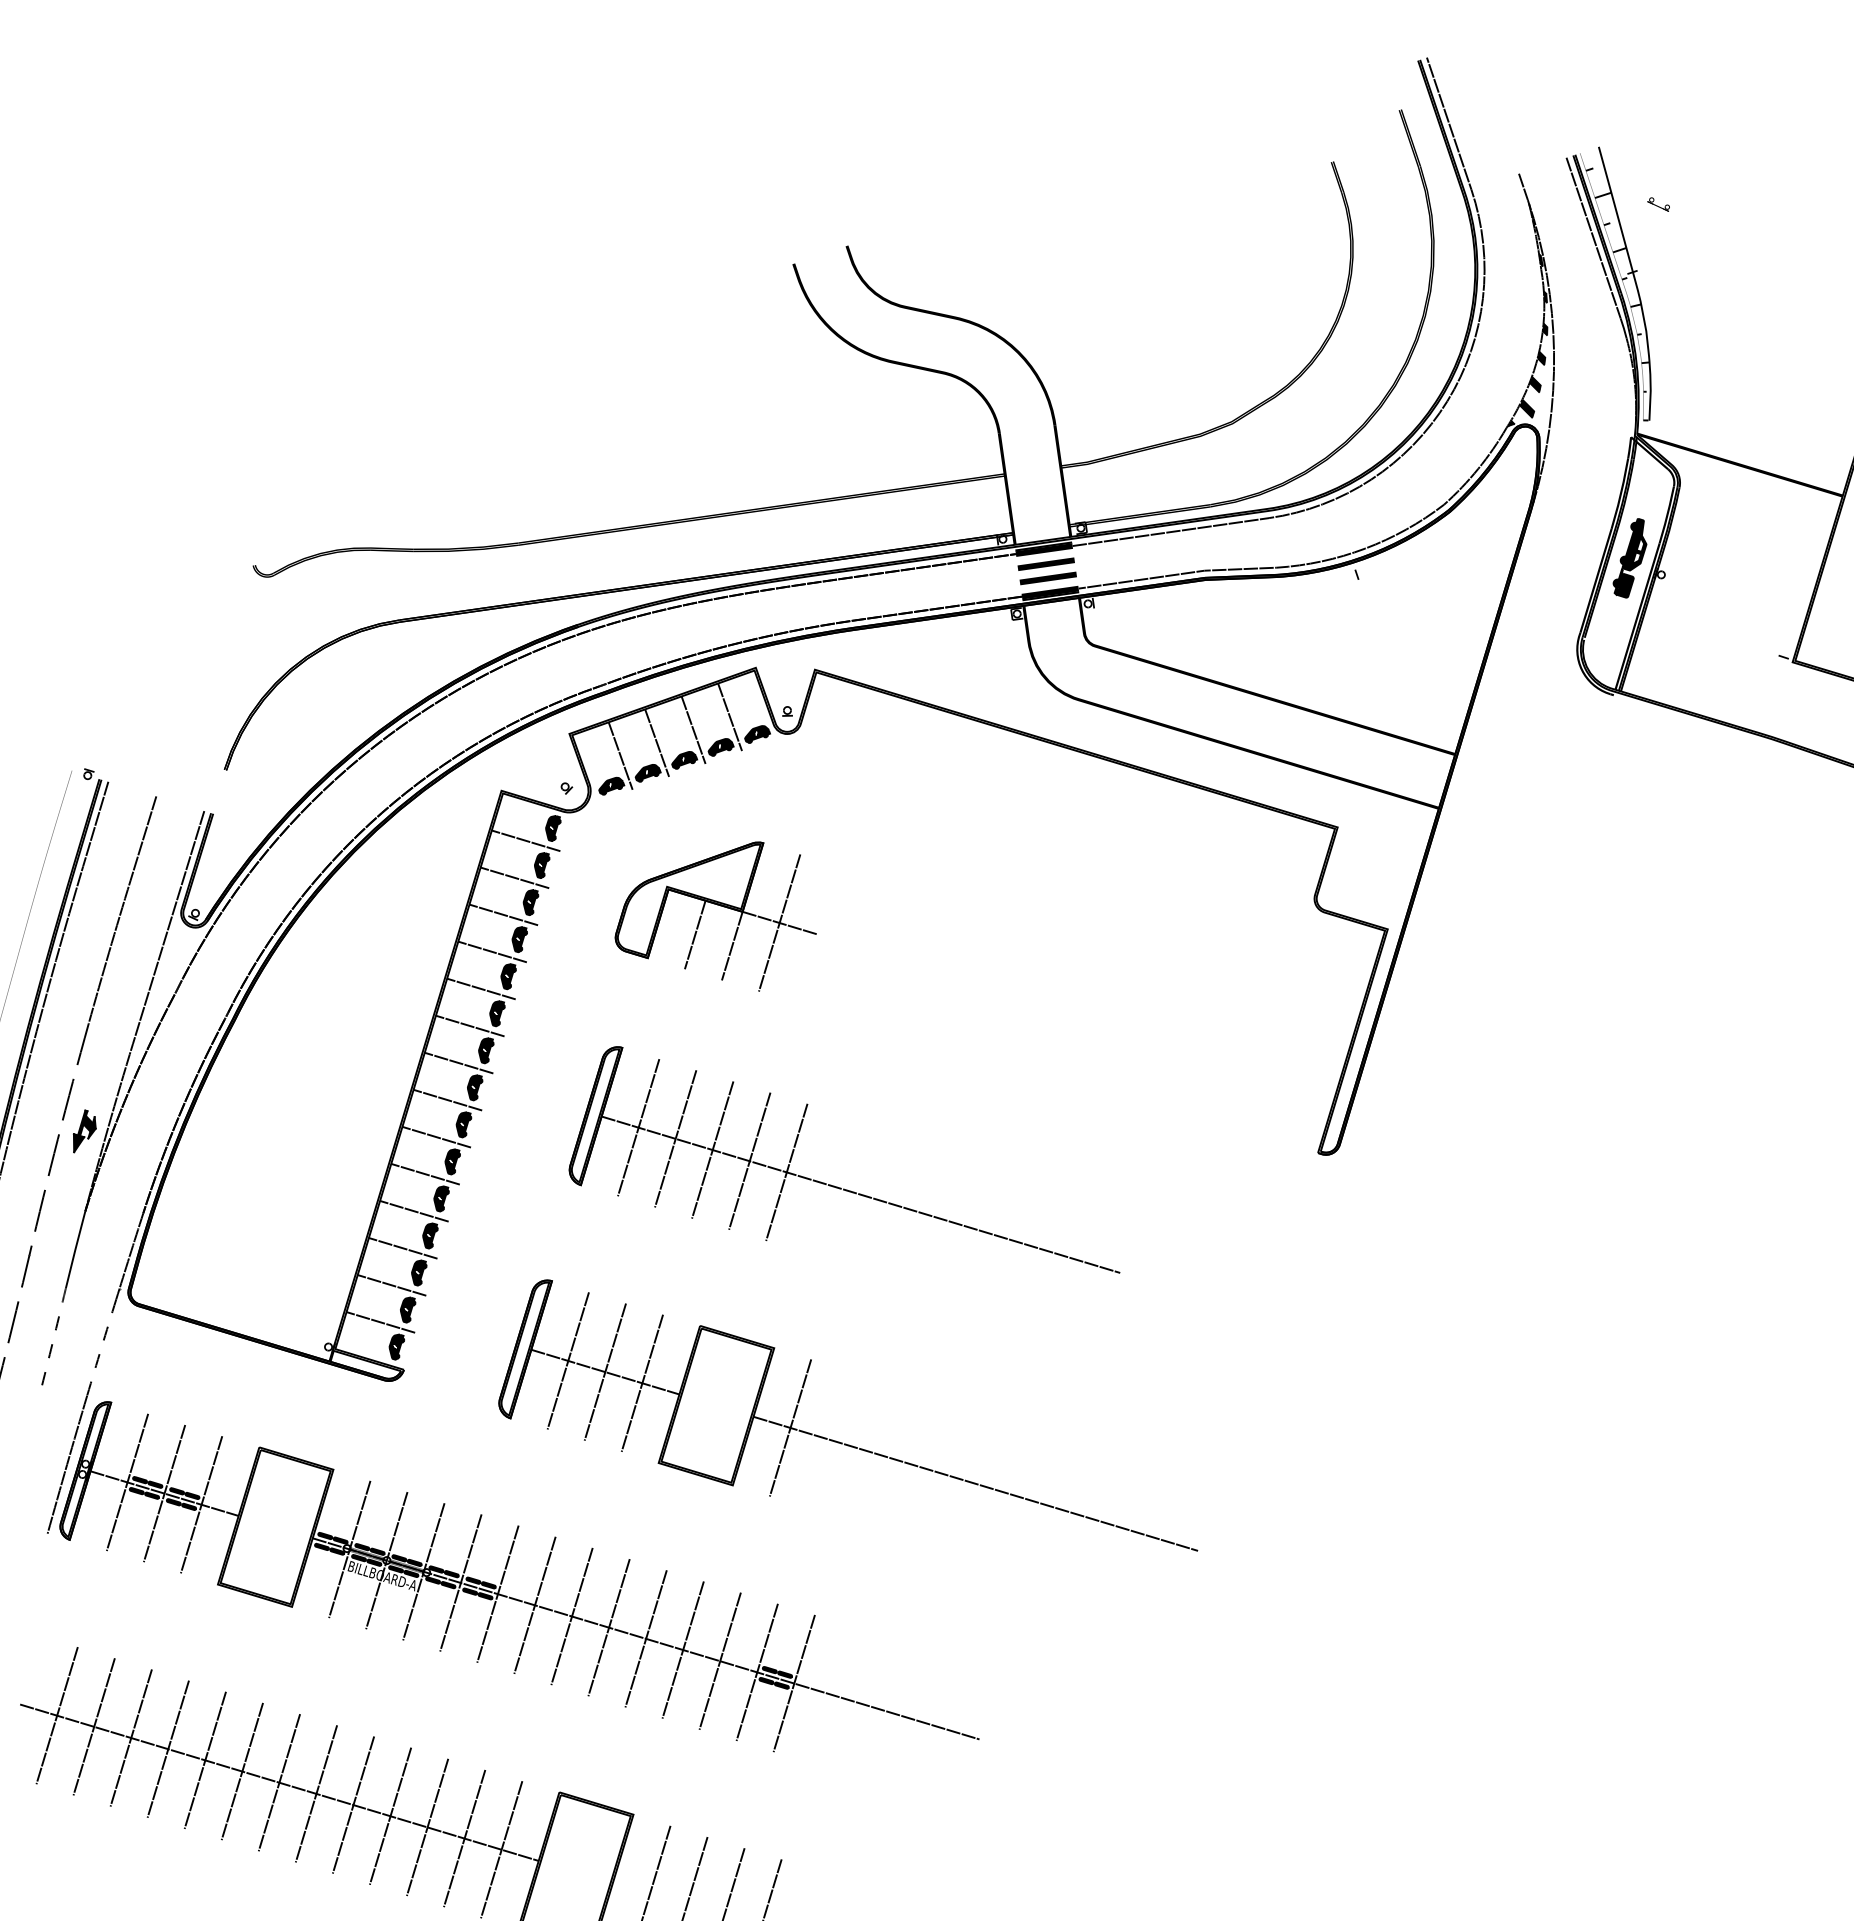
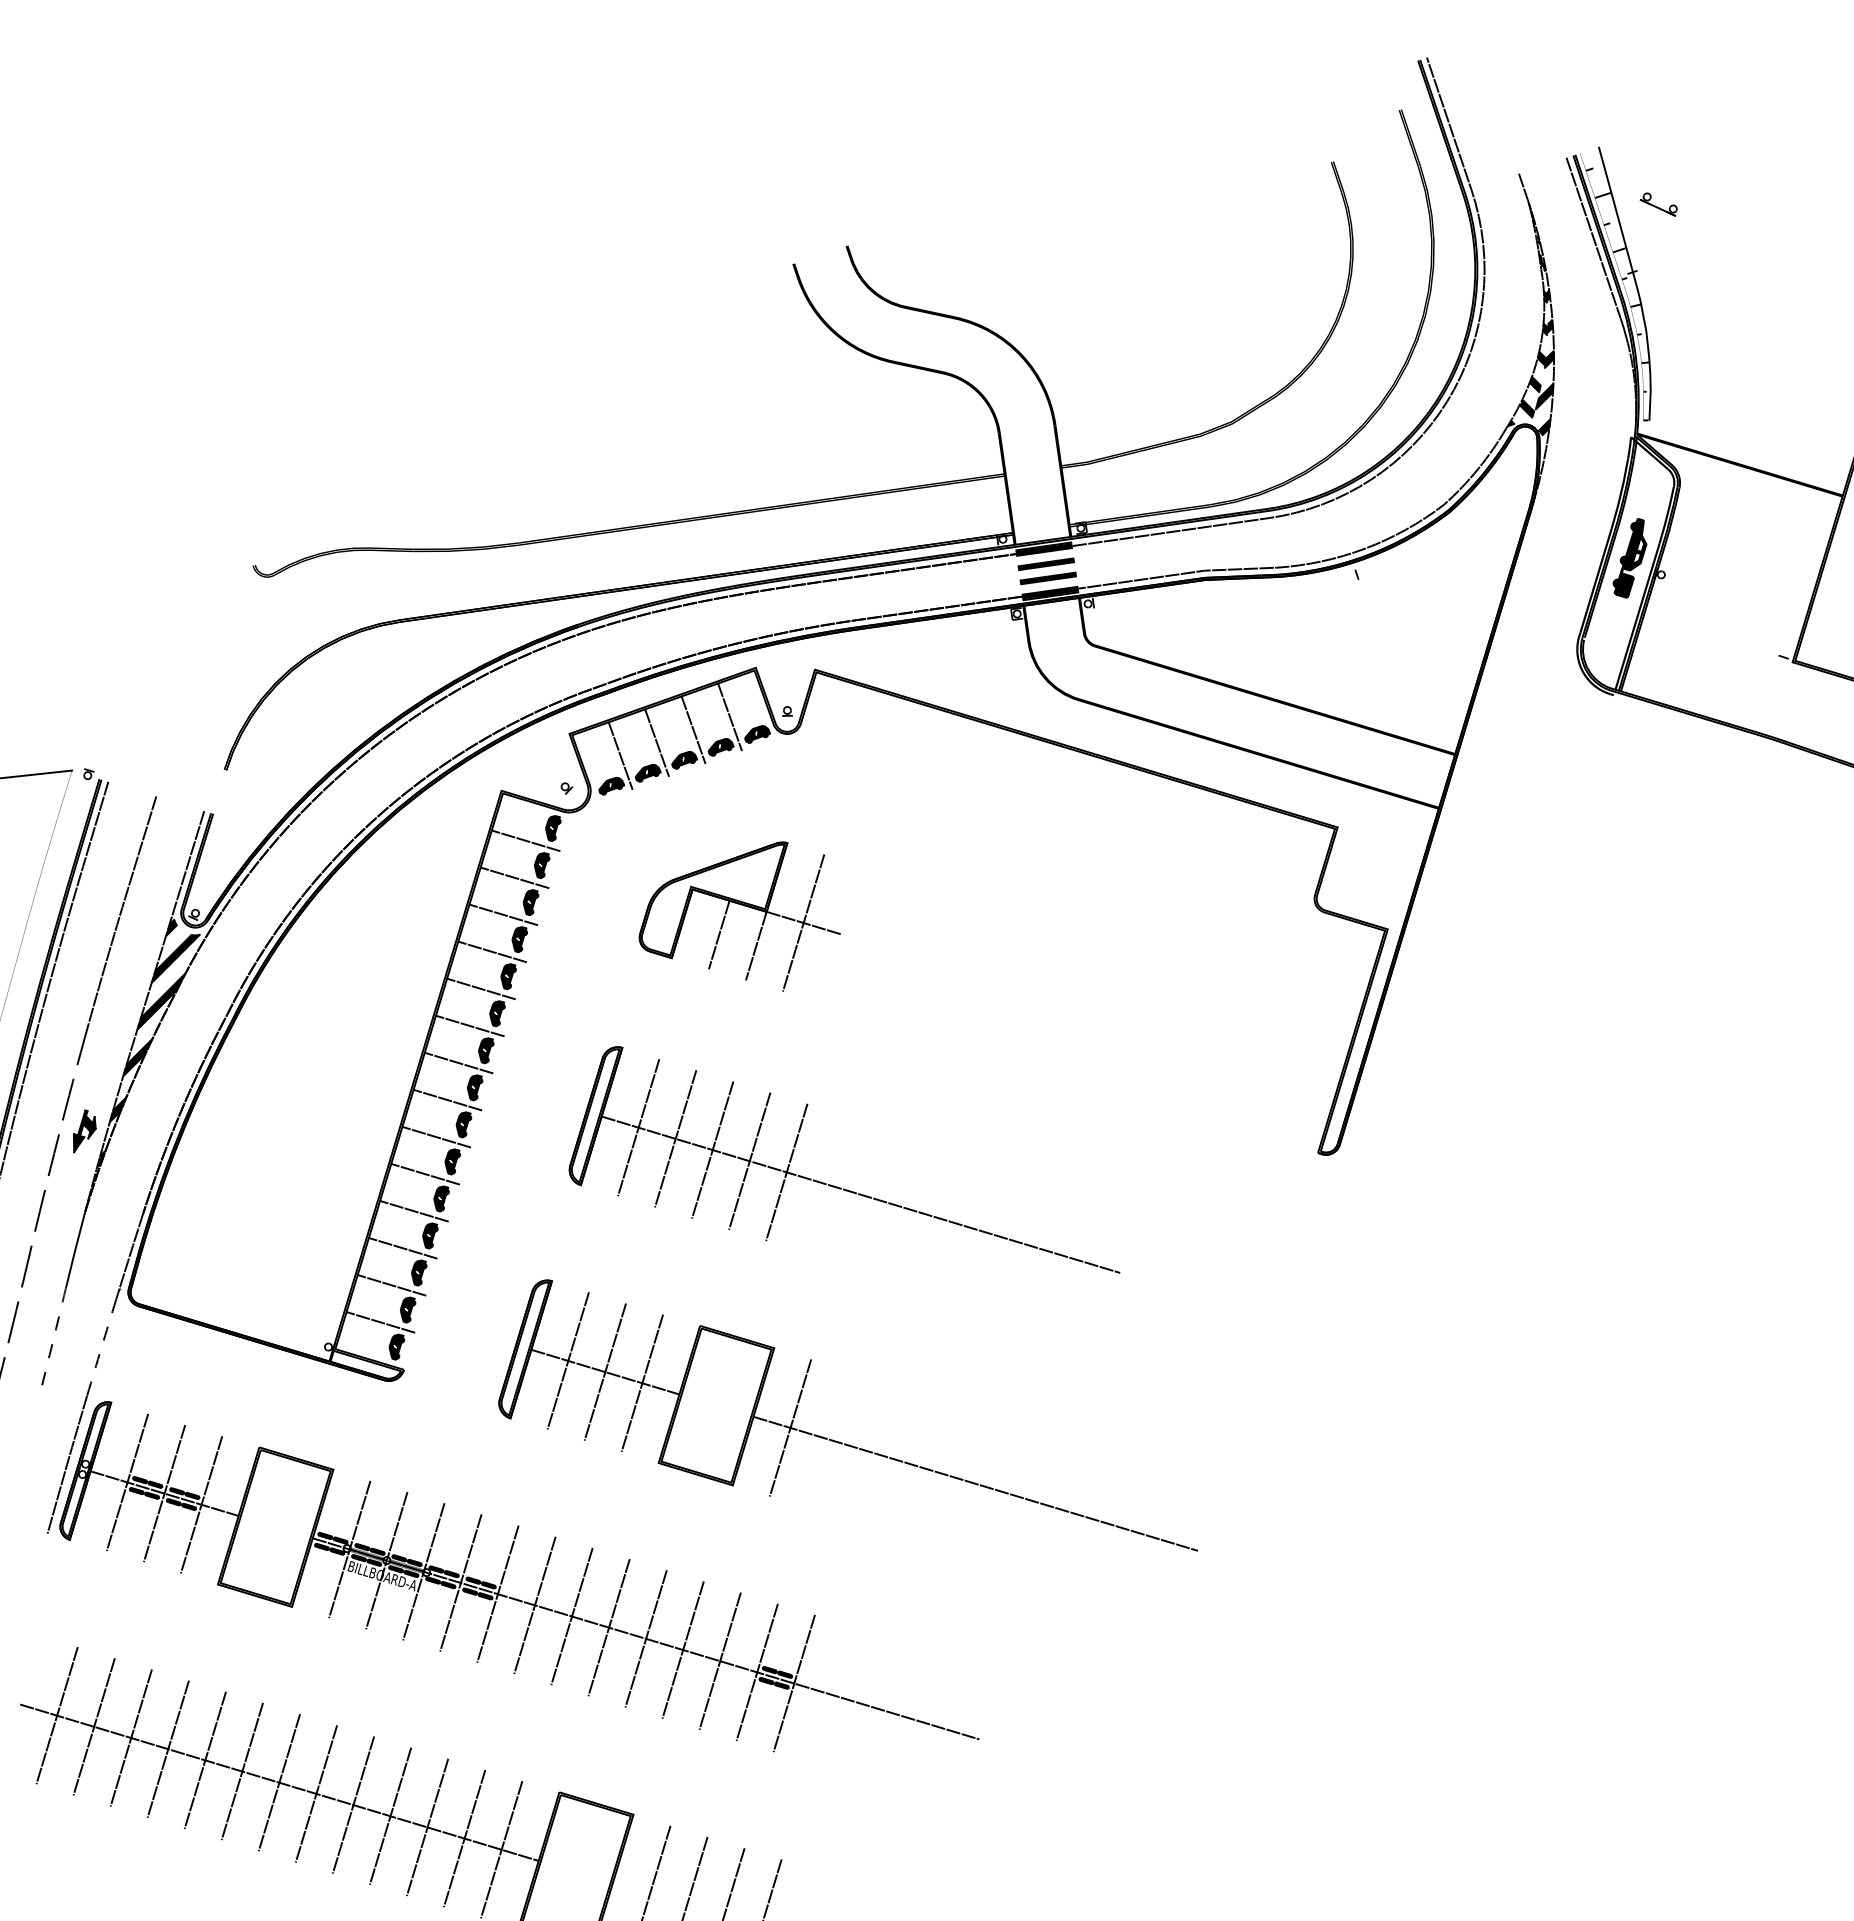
part at (1658, 204) size: 23x15 px -> 39x25 px
hatch at (1542, 323): none -> present
line at (37, 774): none -> present
part at (717, 905) position: (717, 905) -> (741, 905)
hatch at (142, 1064): none -> present
